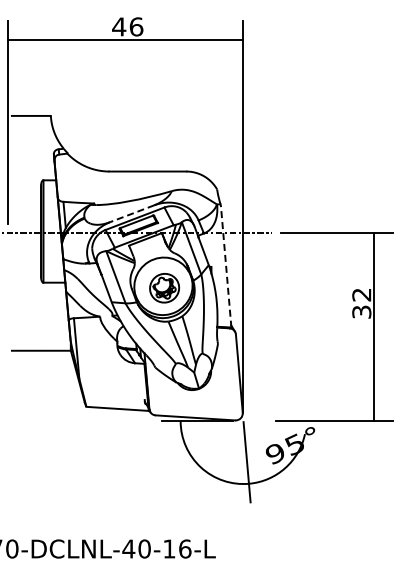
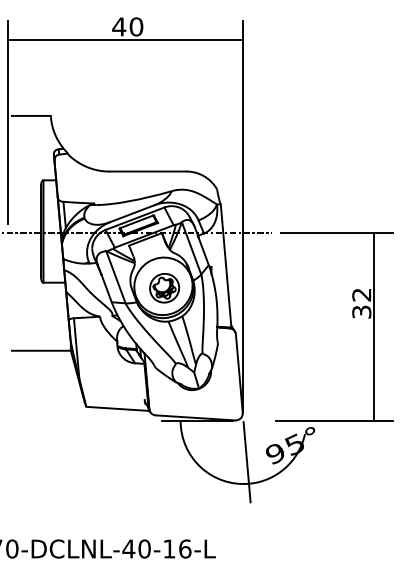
text at (136, 26): 46 -> 40
line at (131, 213): dashed -> solid
line at (226, 266): dashed -> solid
